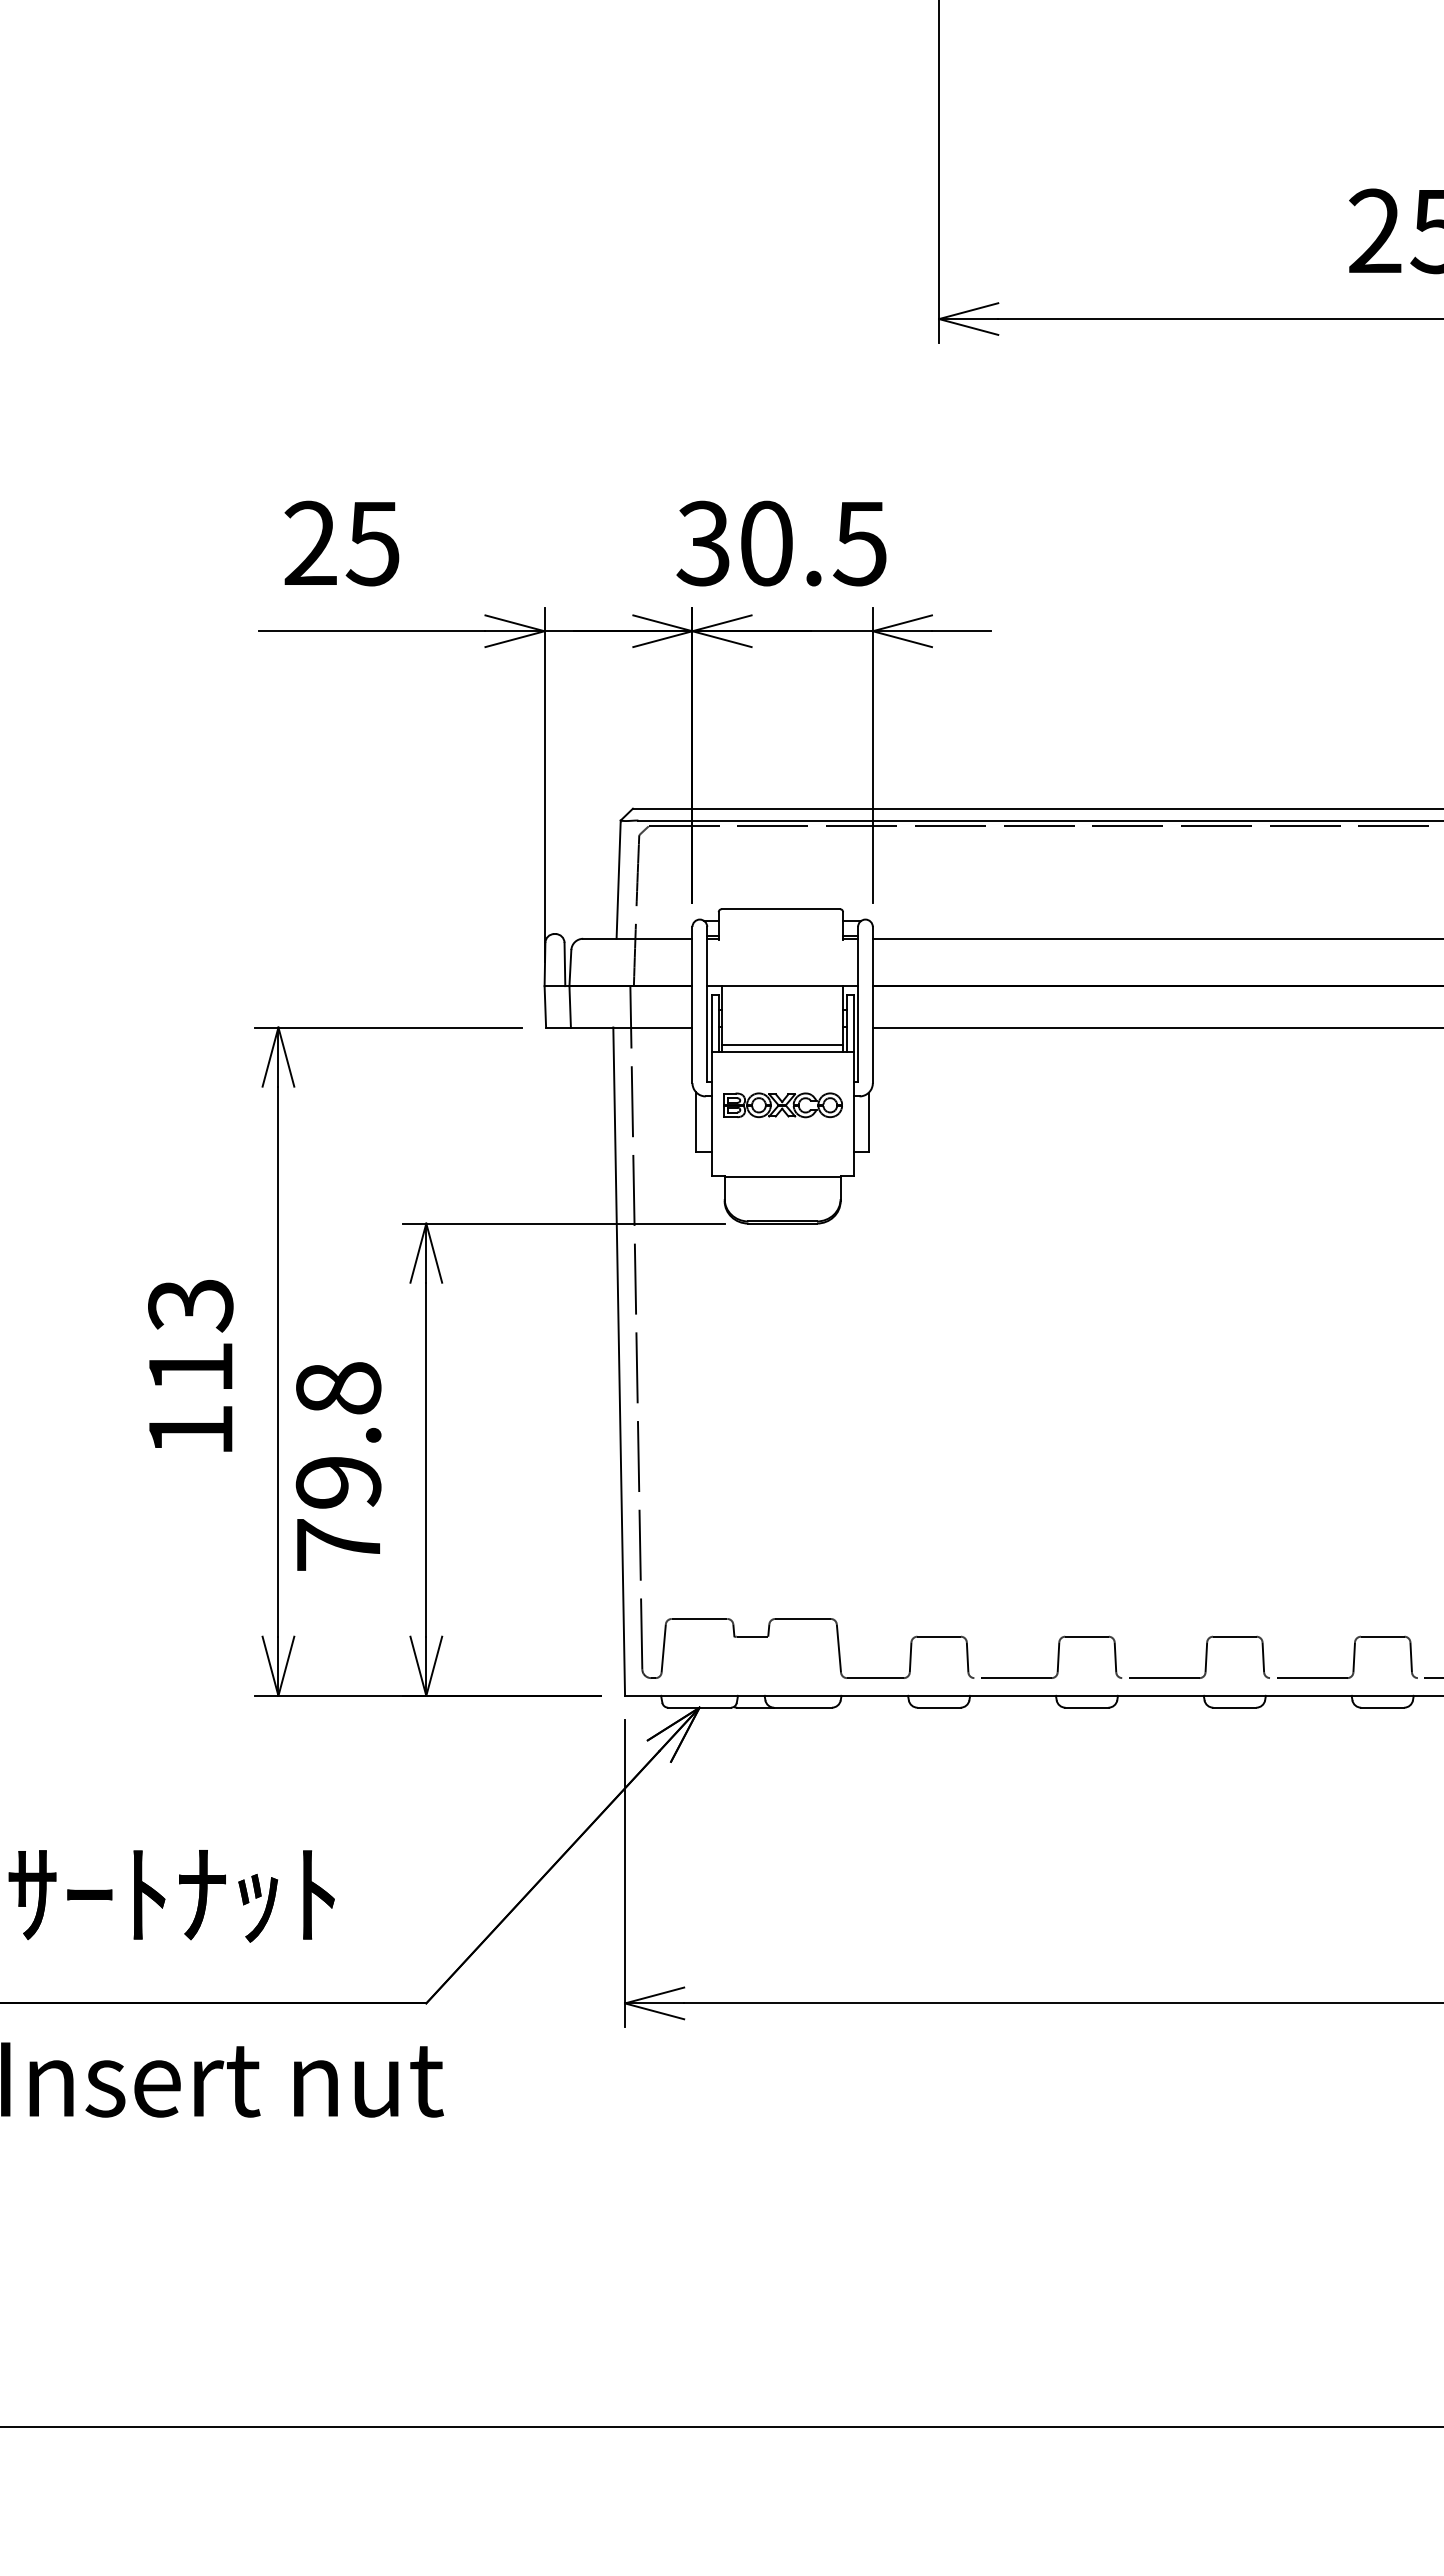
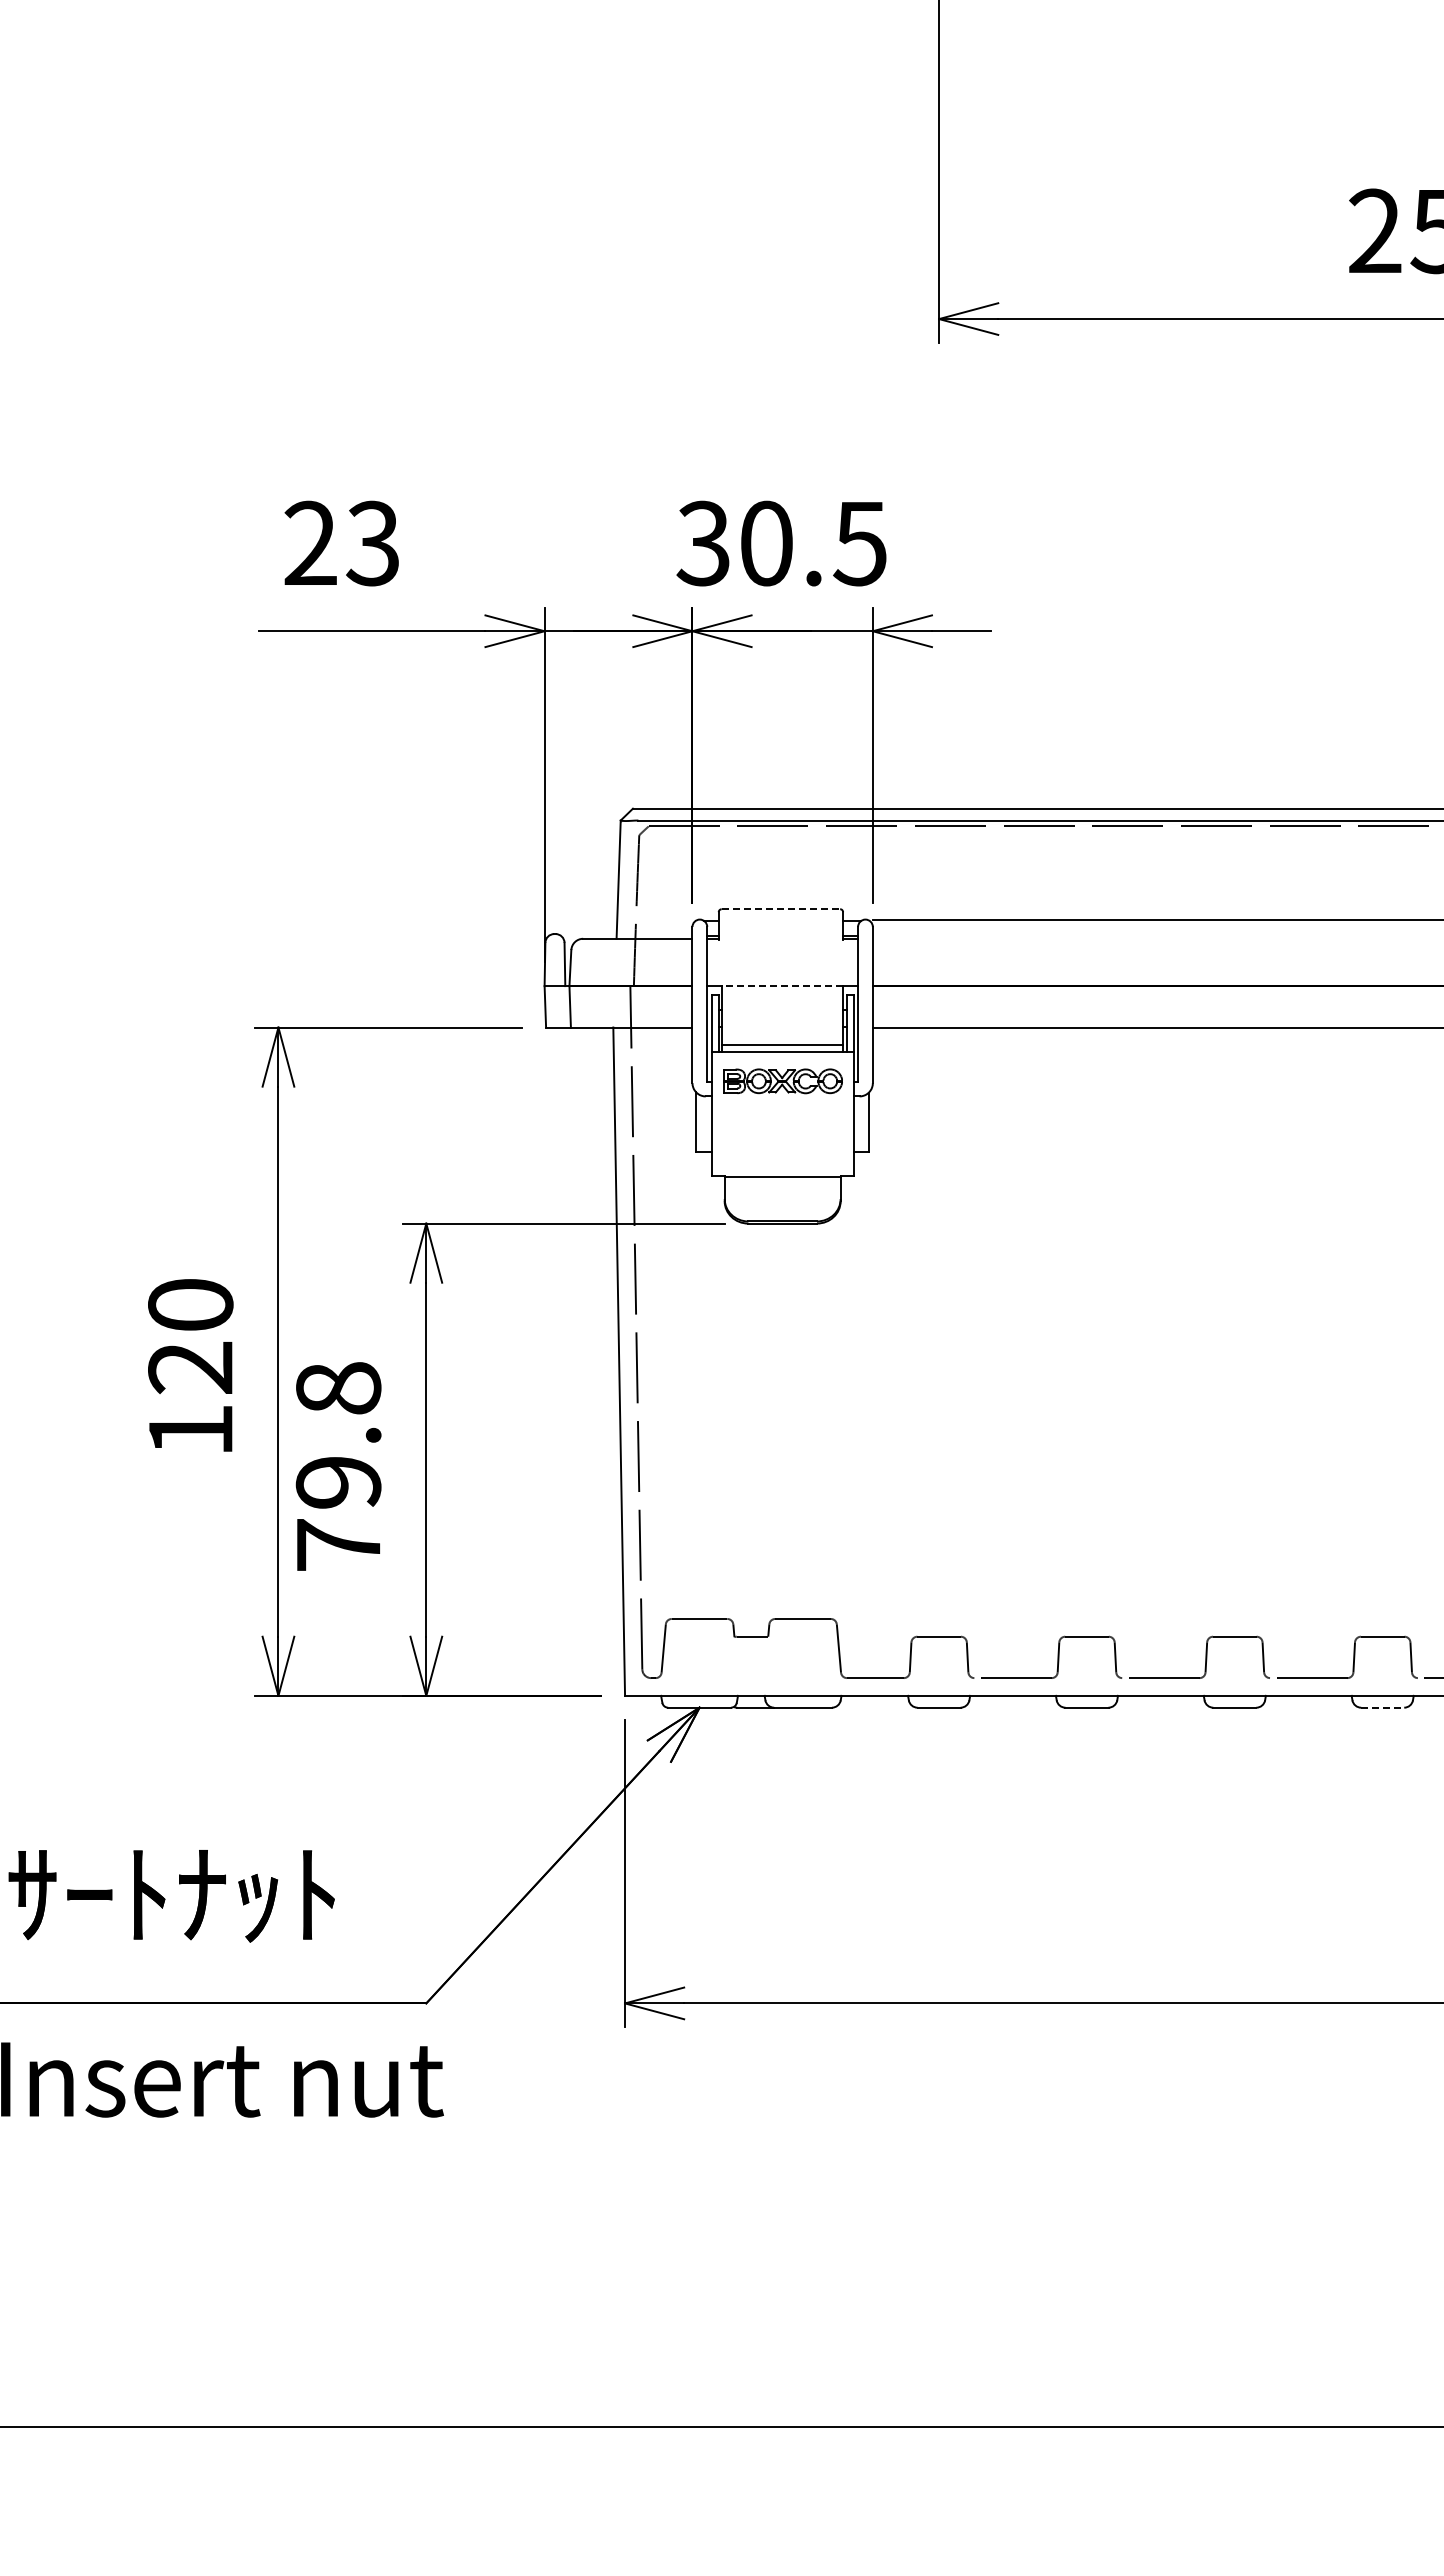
text at (372, 543): 25 -> 23
line at (781, 909): solid -> dashed
line at (1156, 938) position: (1156, 938) -> (1156, 919)
line at (782, 986): solid -> dashed
part at (782, 1105) position: (782, 1105) -> (782, 1081)
text at (190, 1336): 113 -> 120
line at (1382, 1707): solid -> dashed
